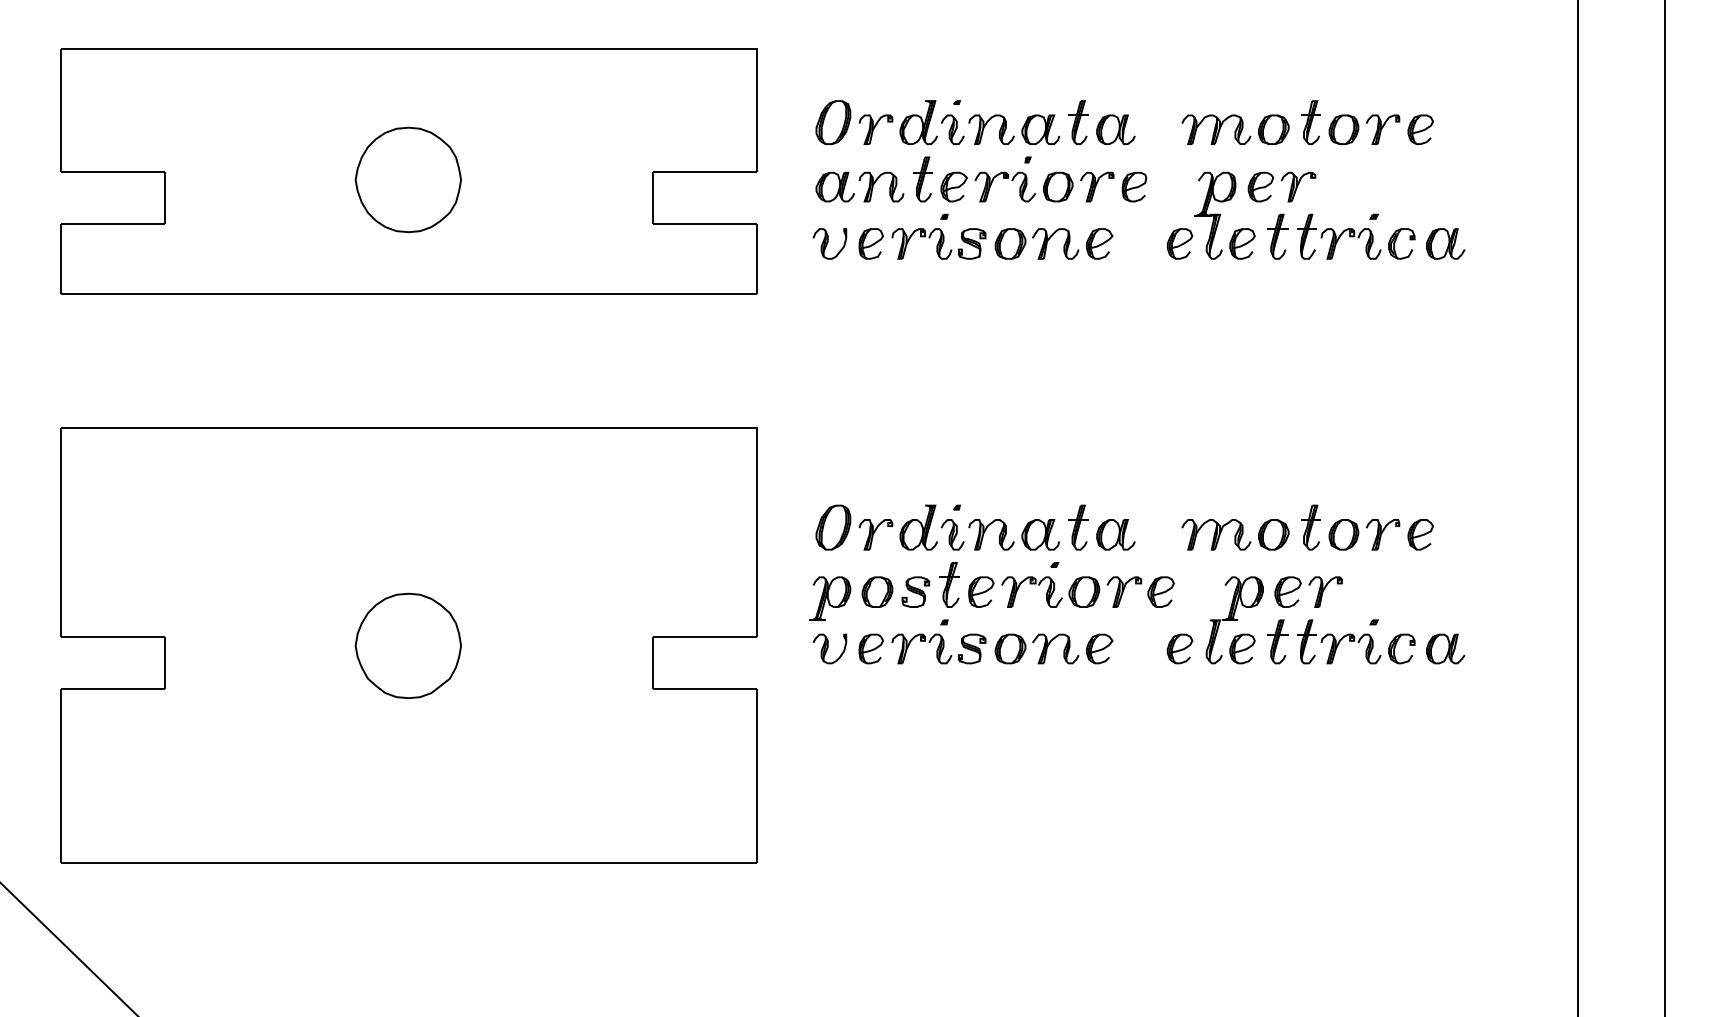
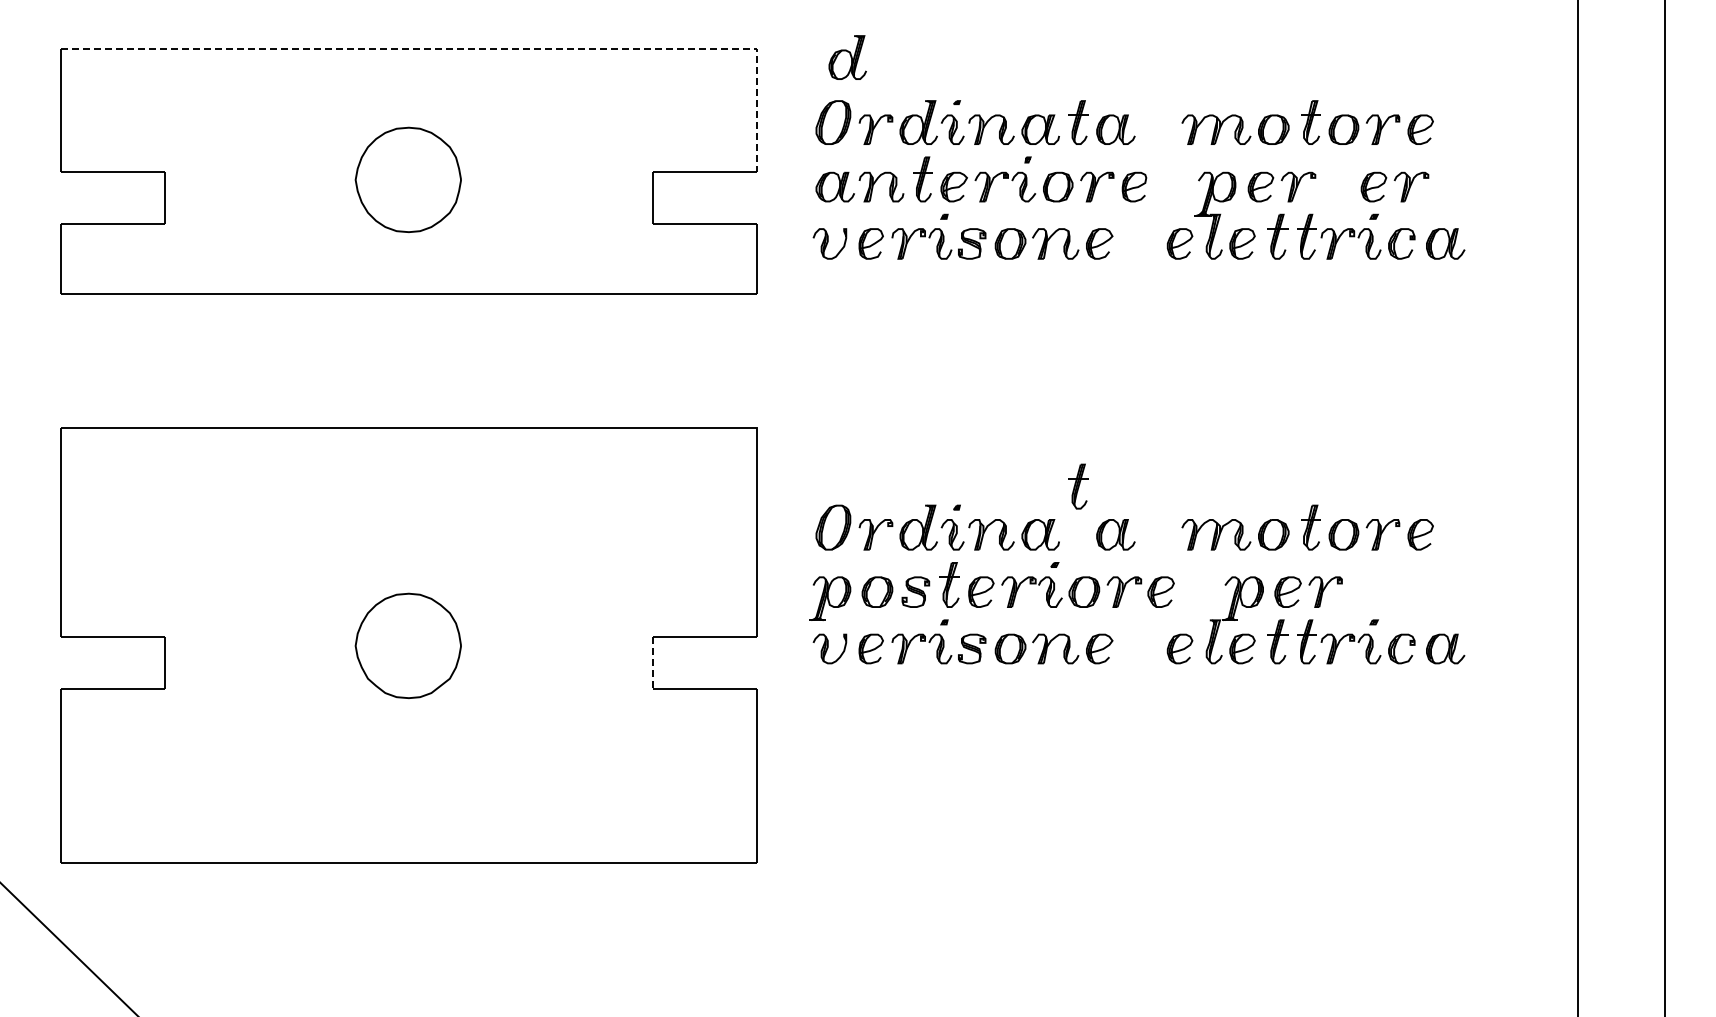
line at (471, 48): solid -> dashed
part at (847, 57): none -> present
part at (1394, 186): none -> present
part at (1078, 527) position: (1078, 527) -> (1078, 486)
line at (652, 663): solid -> dashed
